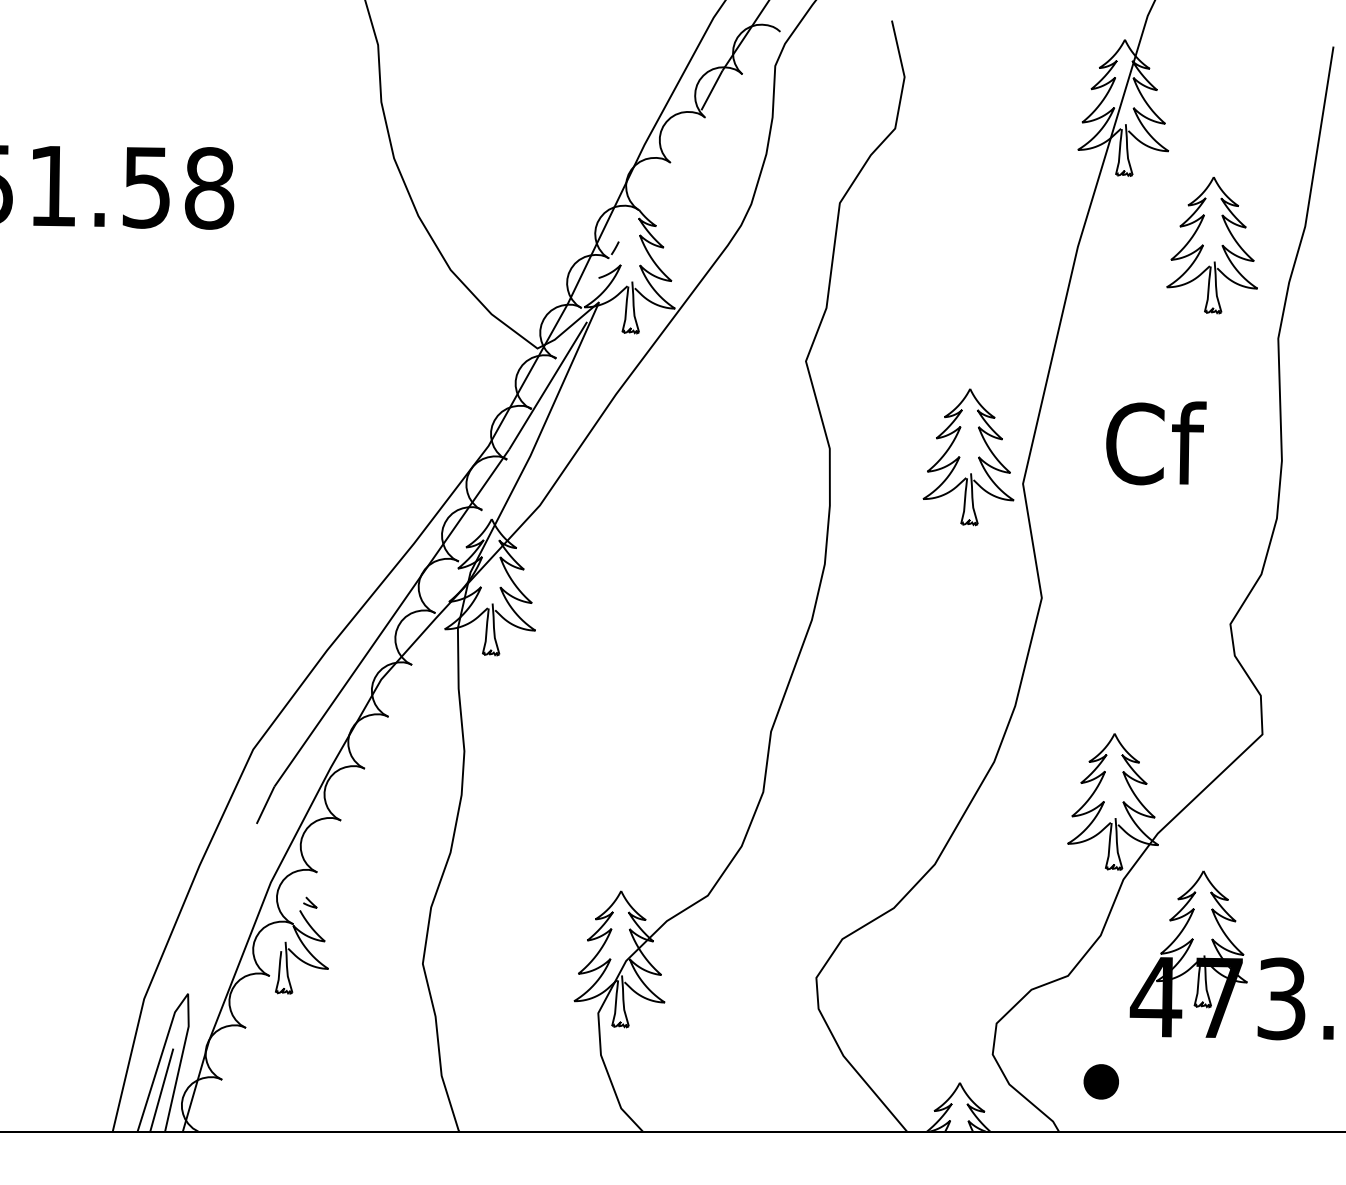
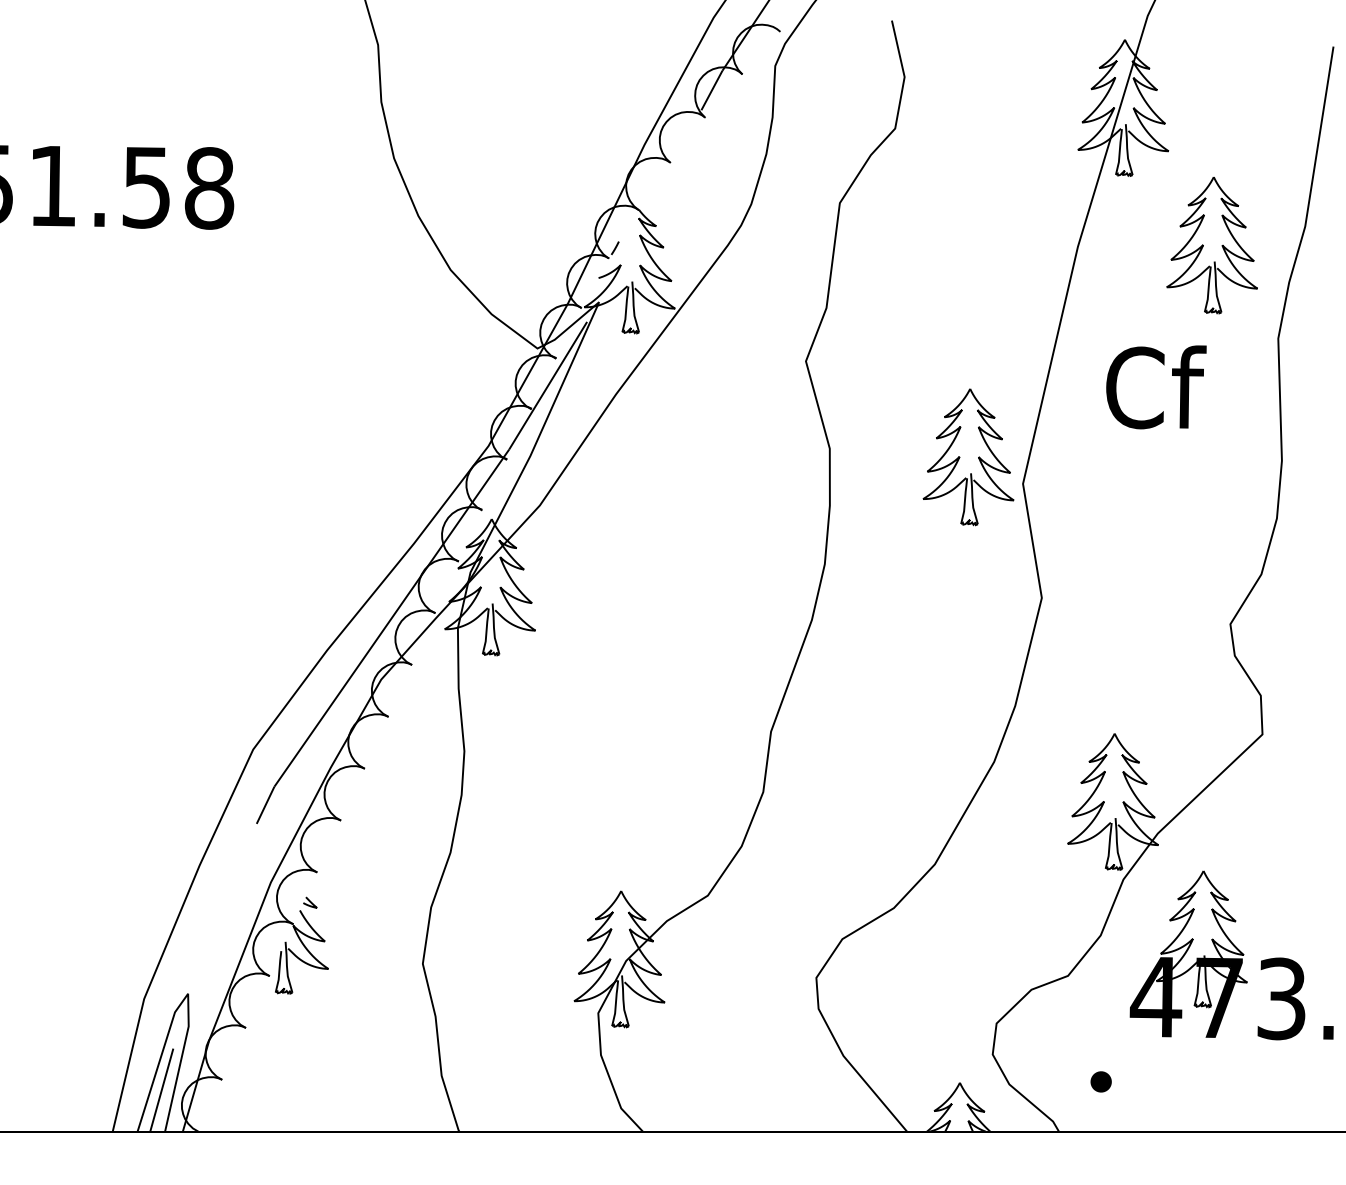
text at (1156, 443) position: (1156, 443) -> (1156, 387)
part at (1100, 1081) size: 36x36 px -> 22x22 px
